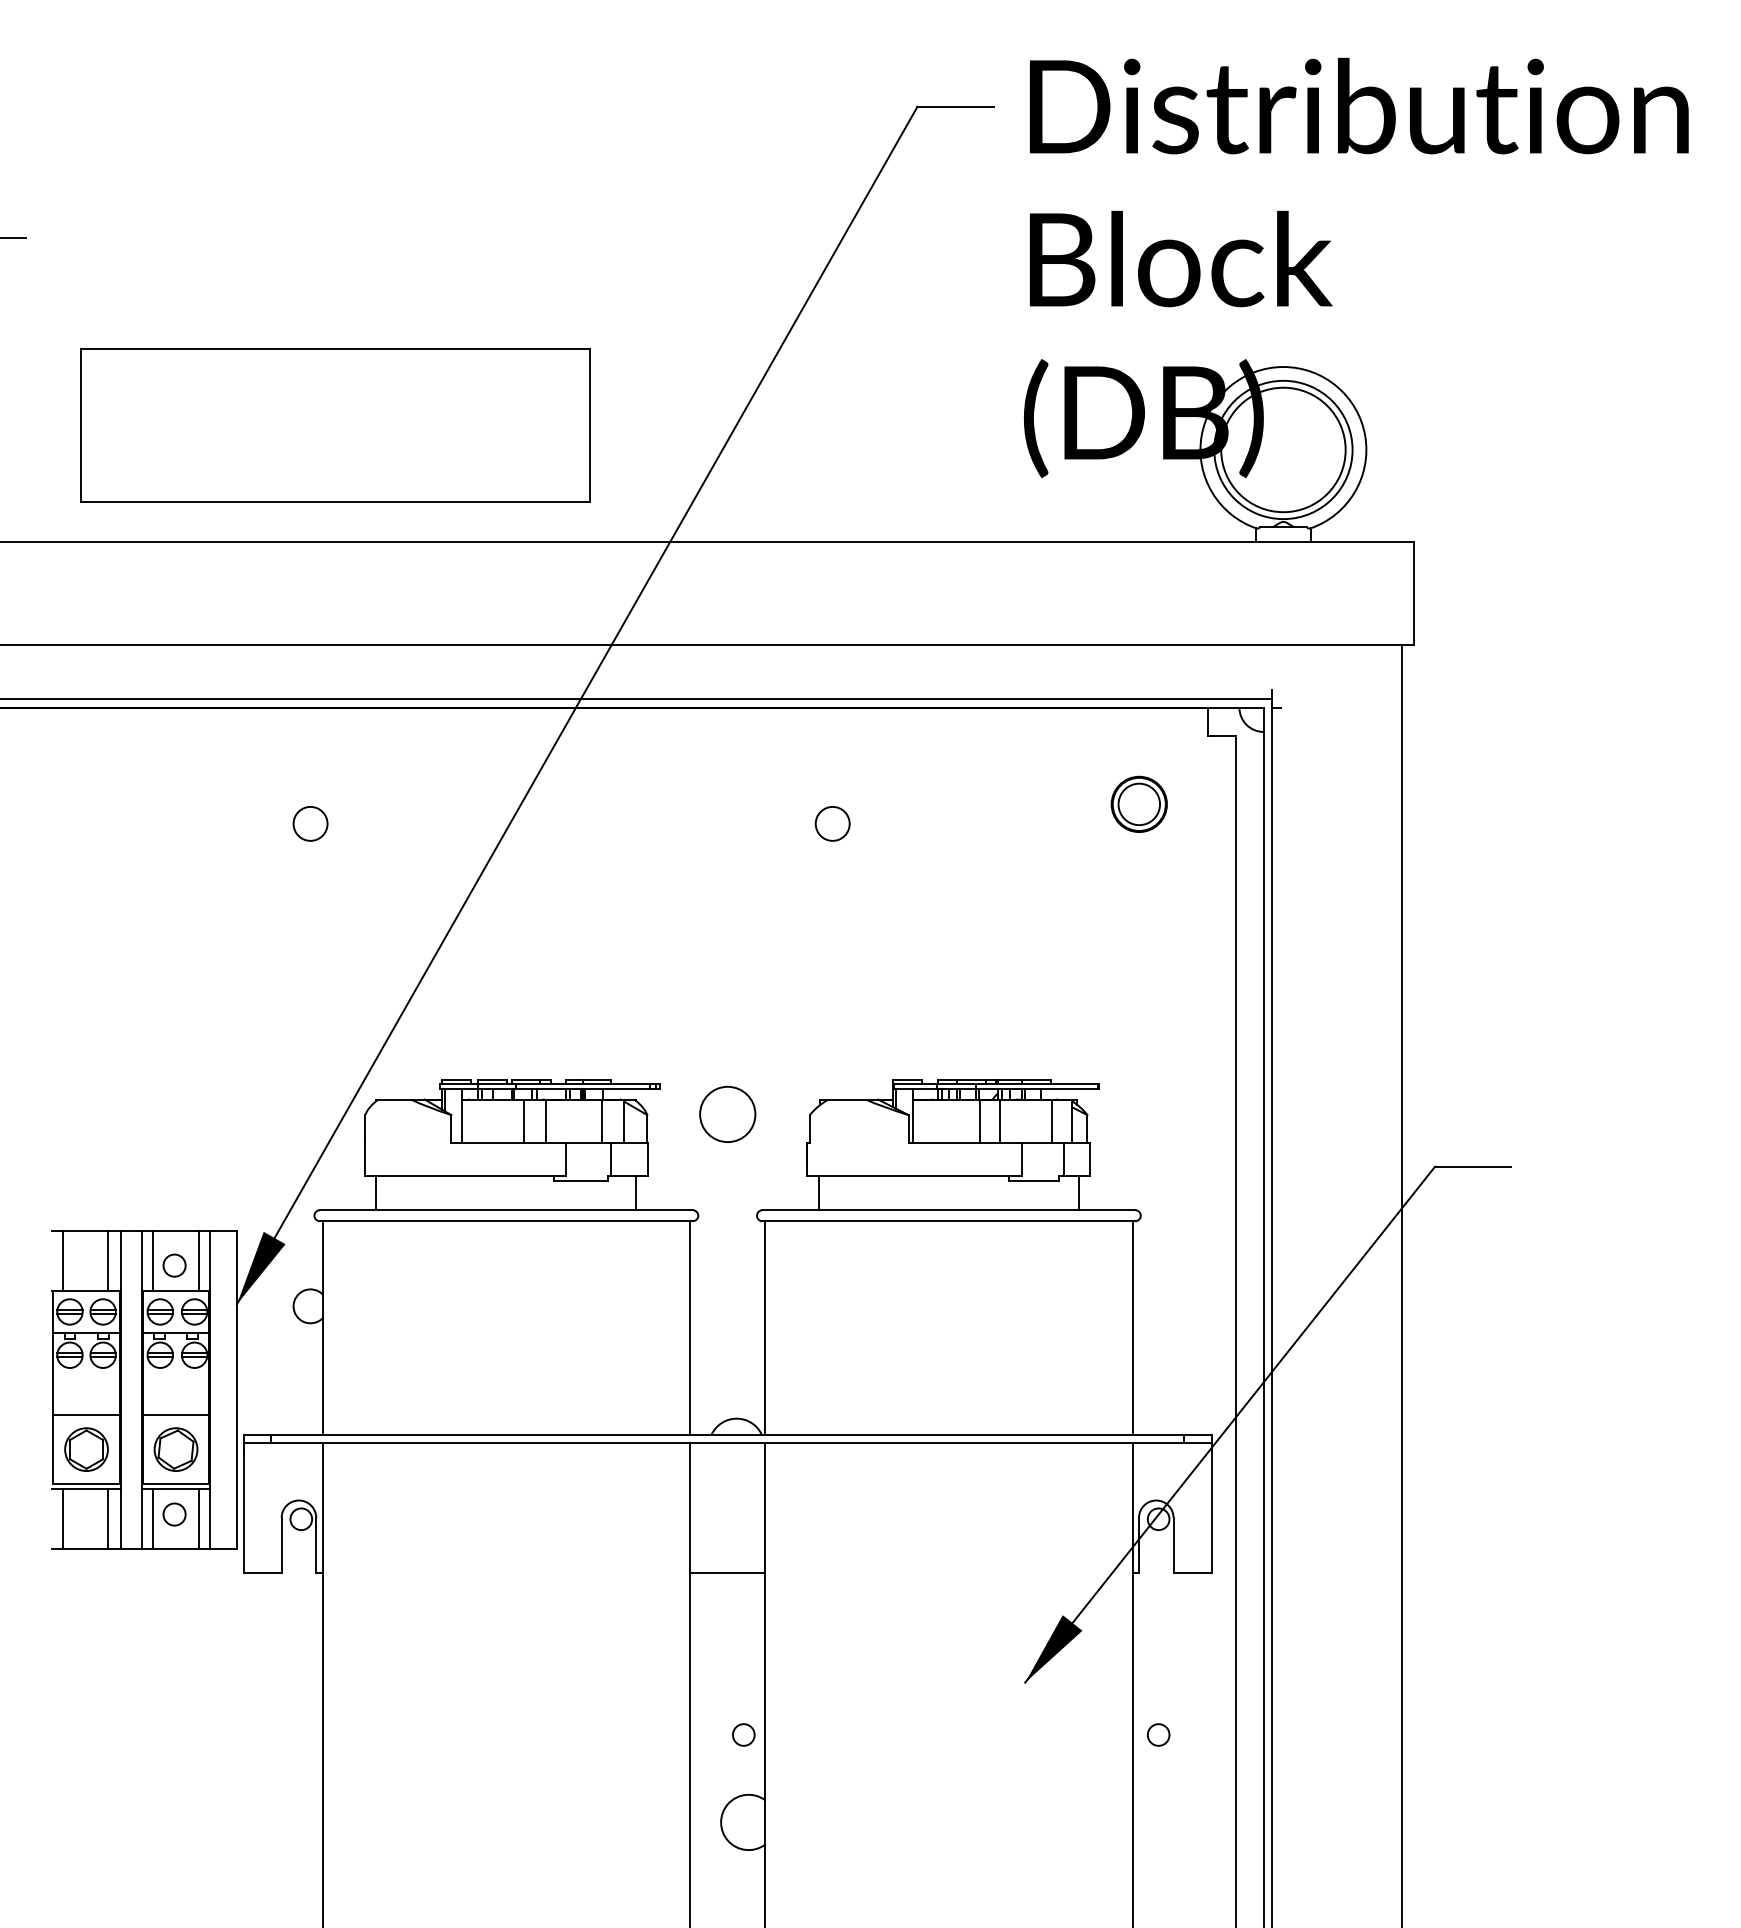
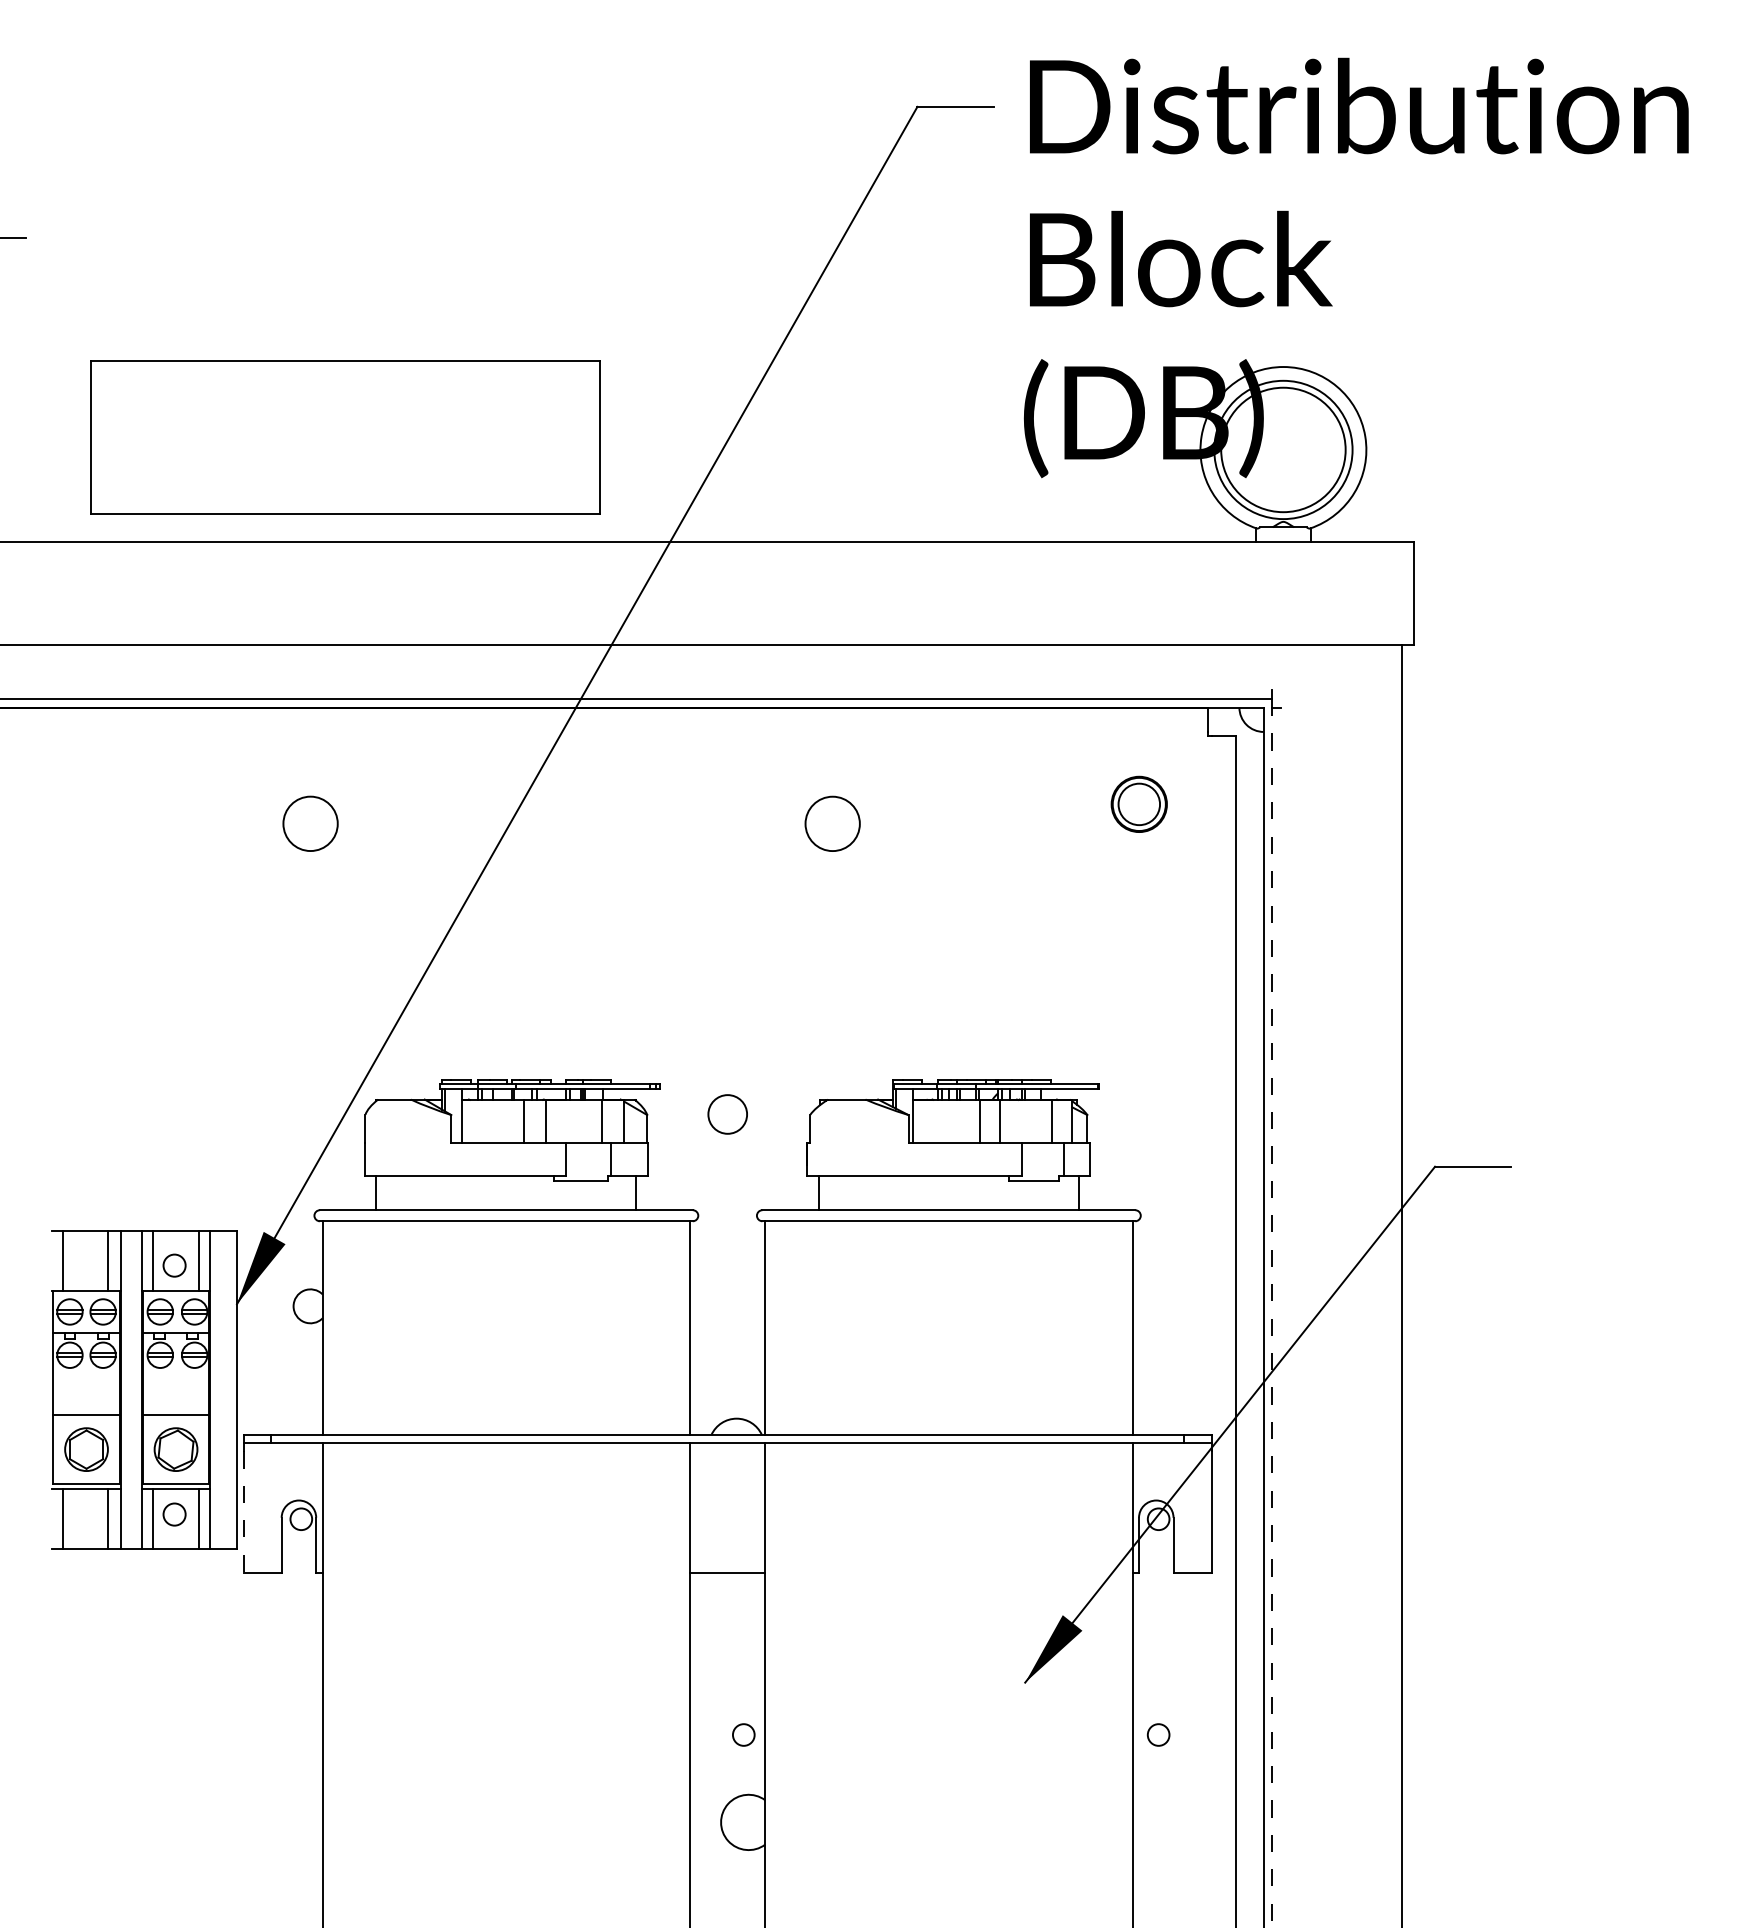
part at (335, 425) position: (335, 425) -> (345, 437)
circle at (310, 823) size: 37x36 px -> 57x57 px
circle at (832, 823) diameter: 34 px -> 54 px
circle at (727, 1114) diameter: 55 px -> 39 px
line at (1272, 1313): solid -> dashed
line at (243, 1512): solid -> dashed
